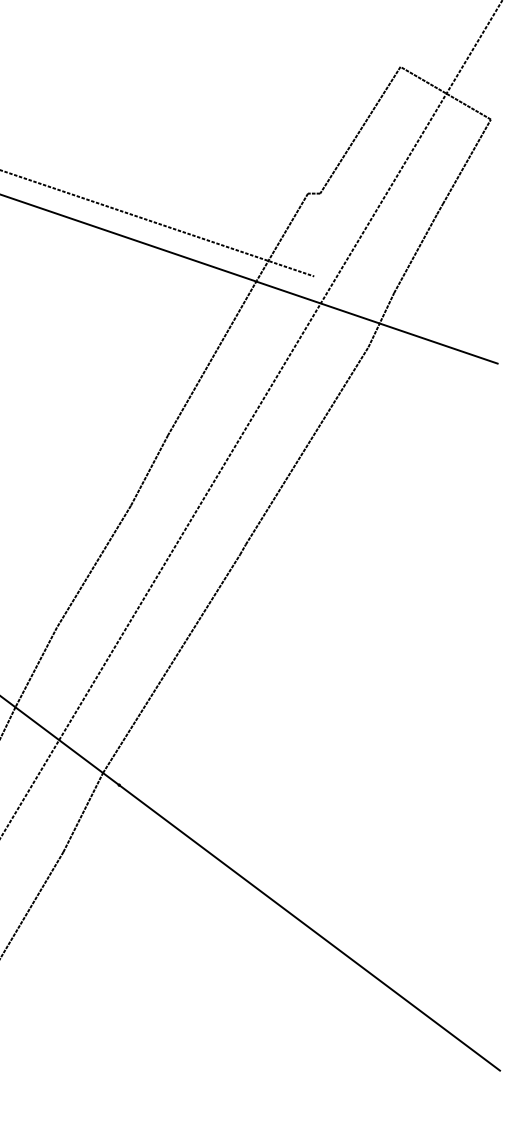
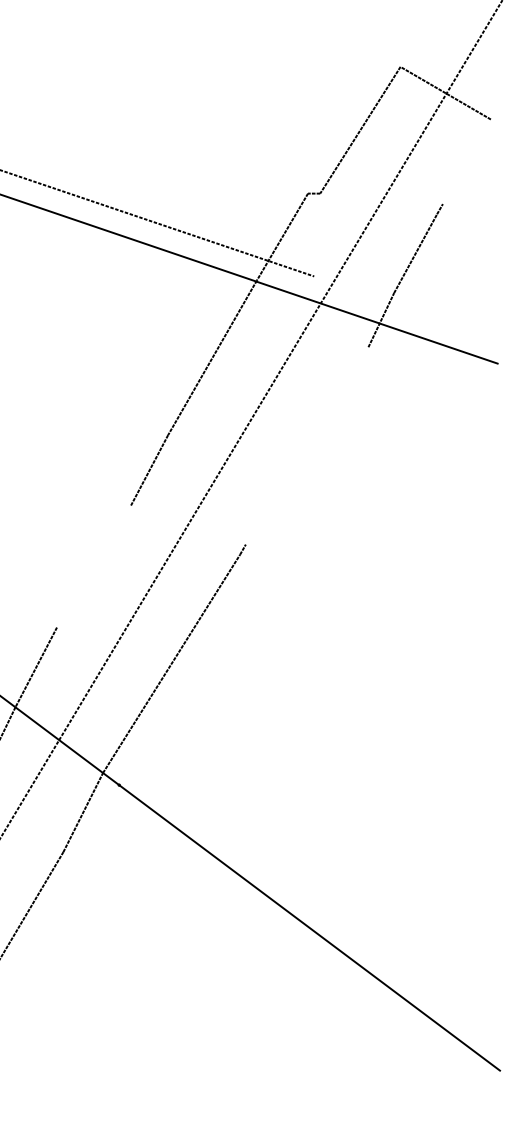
line at (466, 161): present -> none
line at (306, 445): present -> none
line at (93, 566): present -> none
